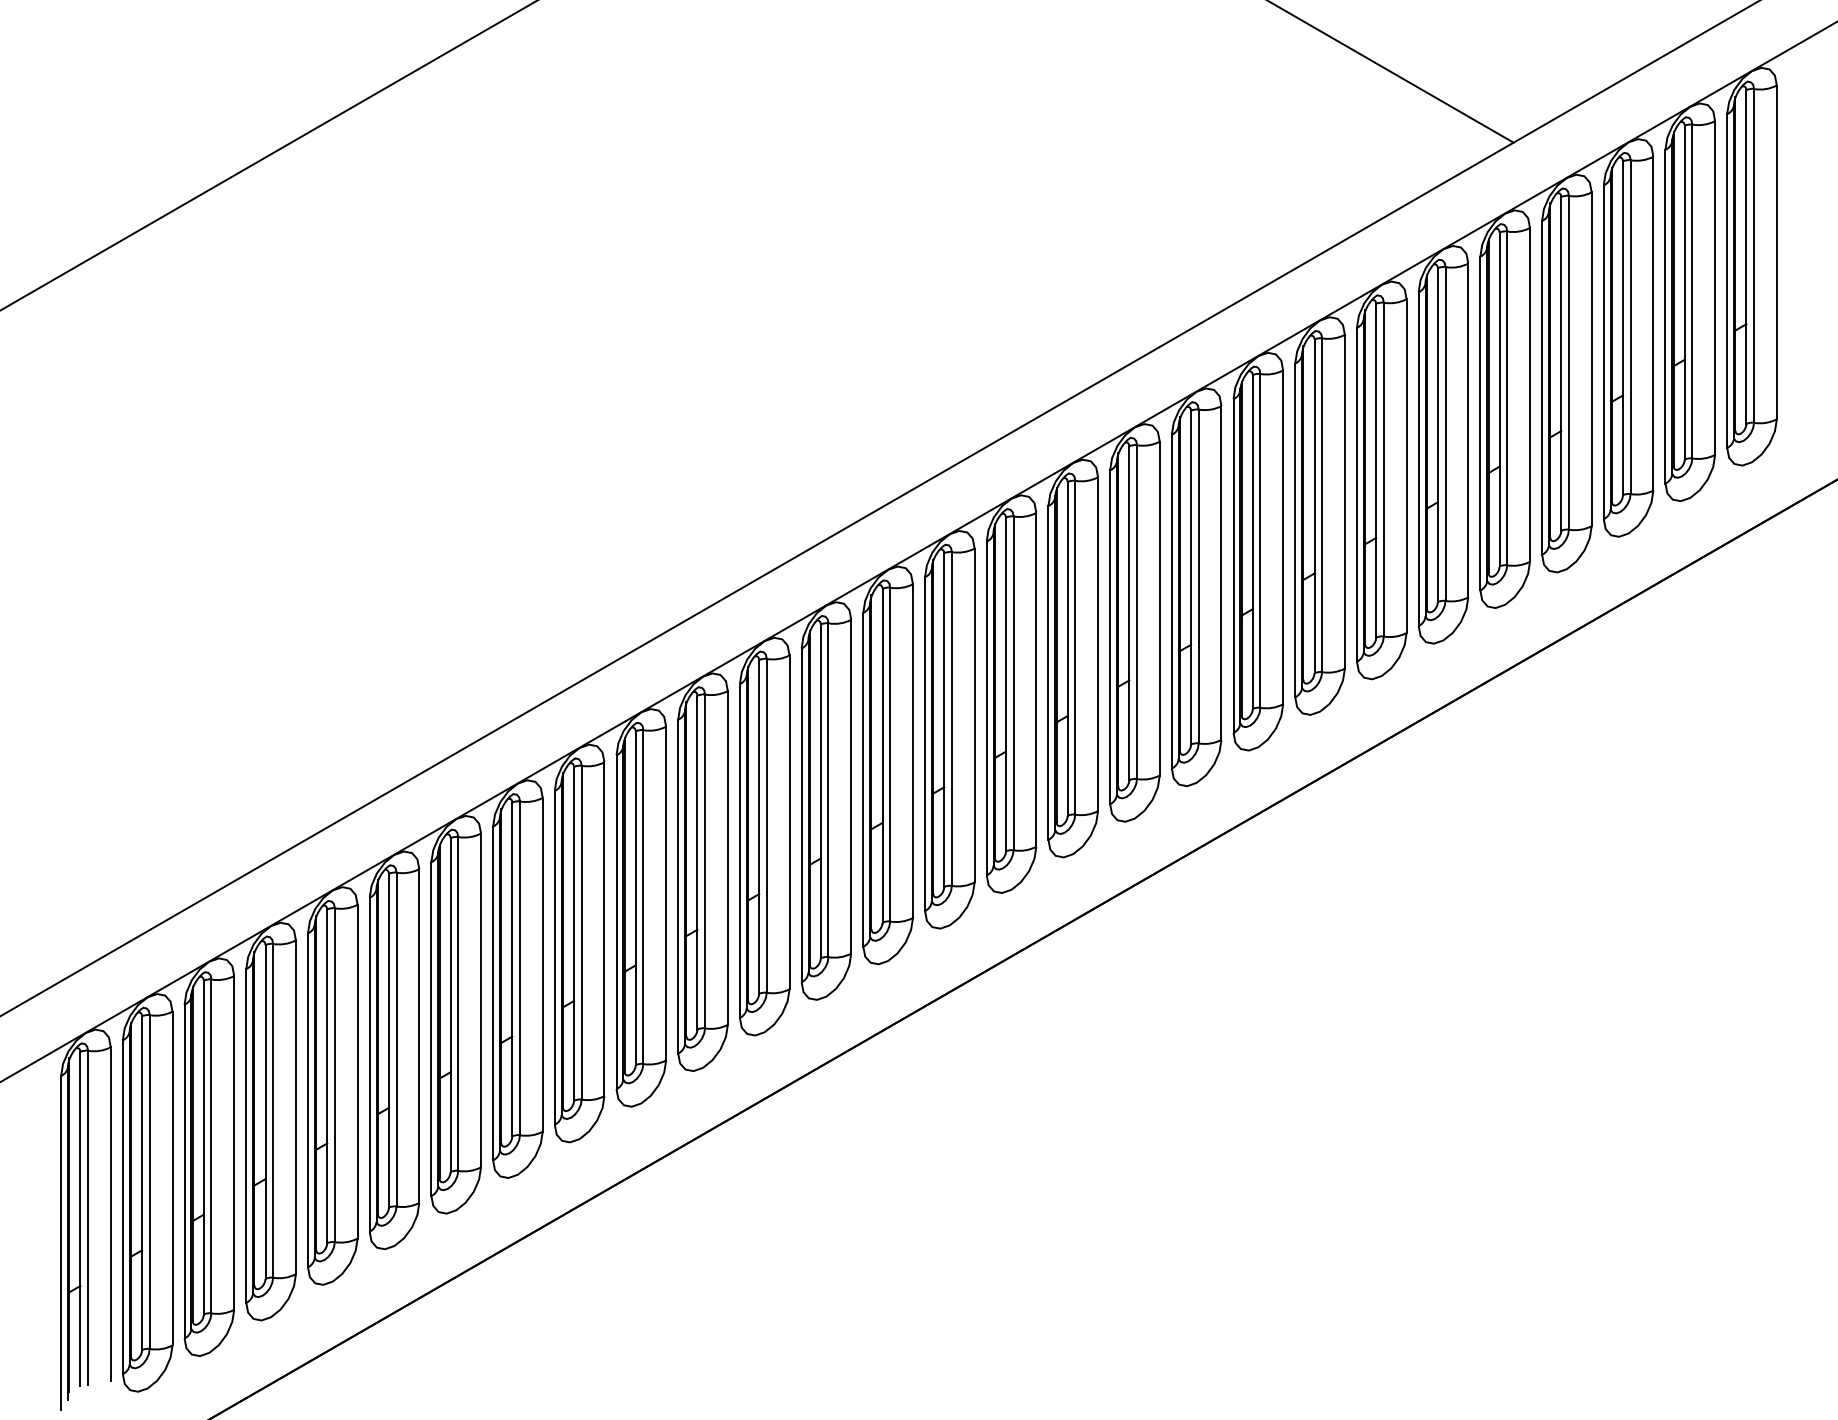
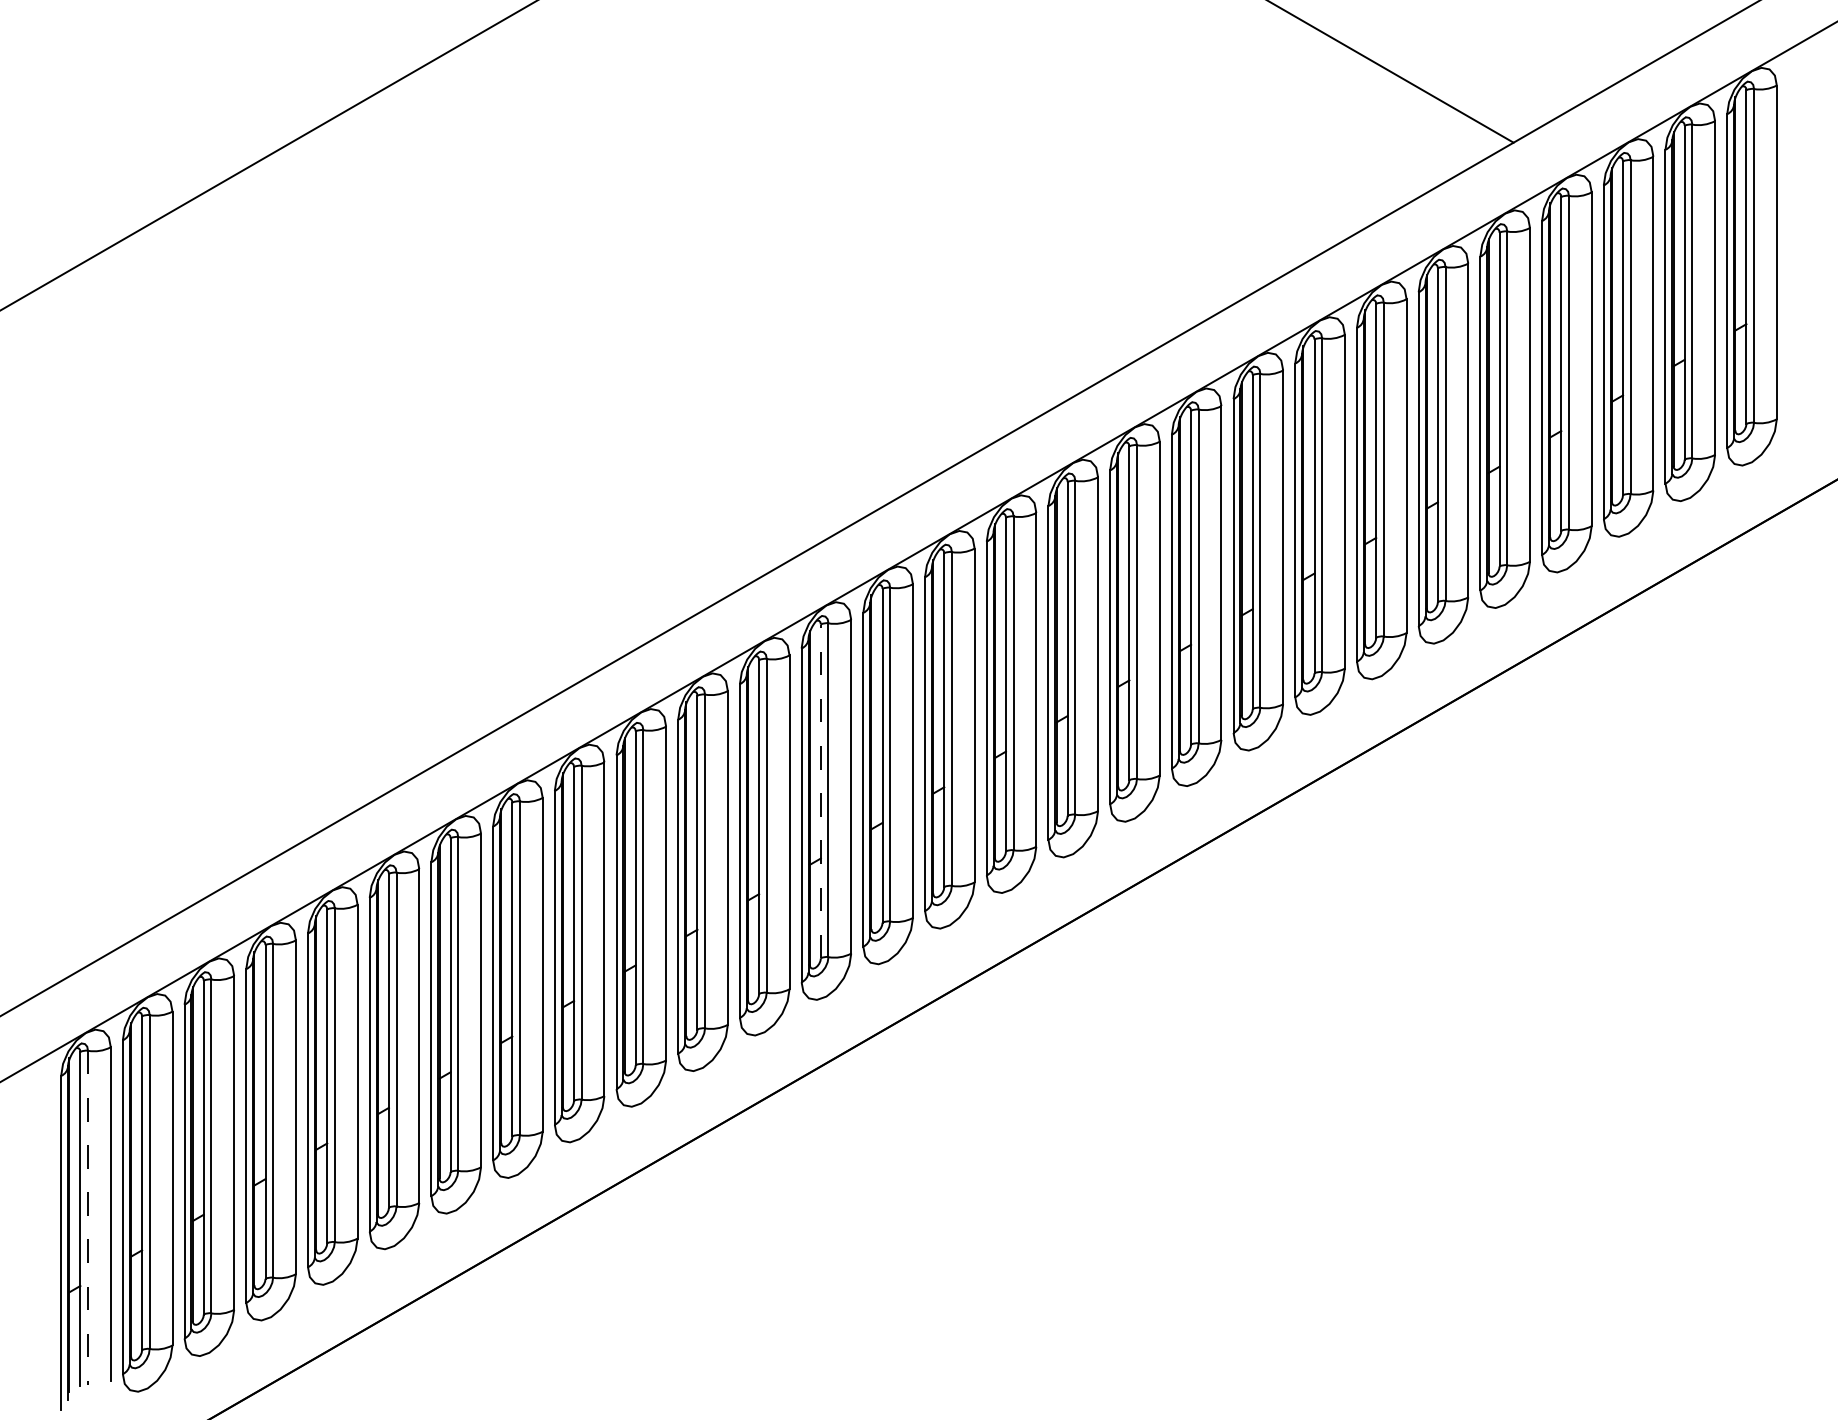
line at (820, 791): solid -> dashed
line at (88, 1217): solid -> dashed
